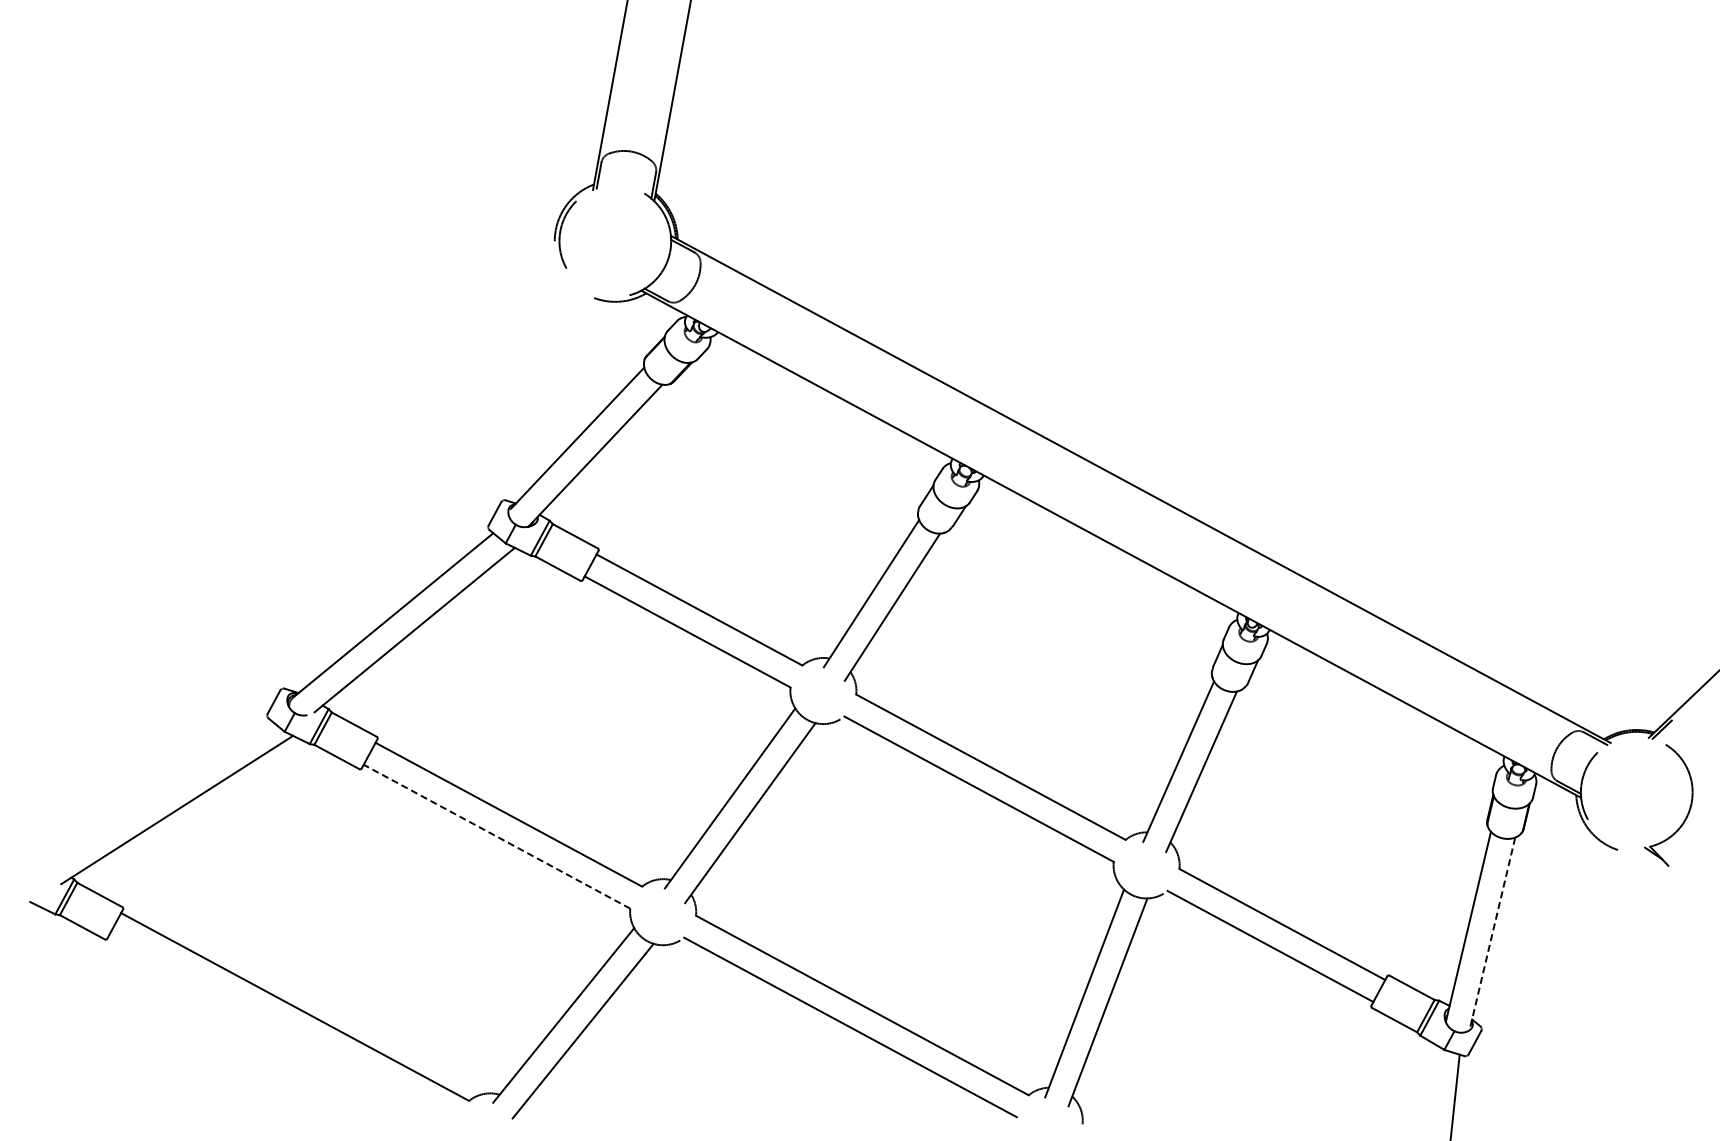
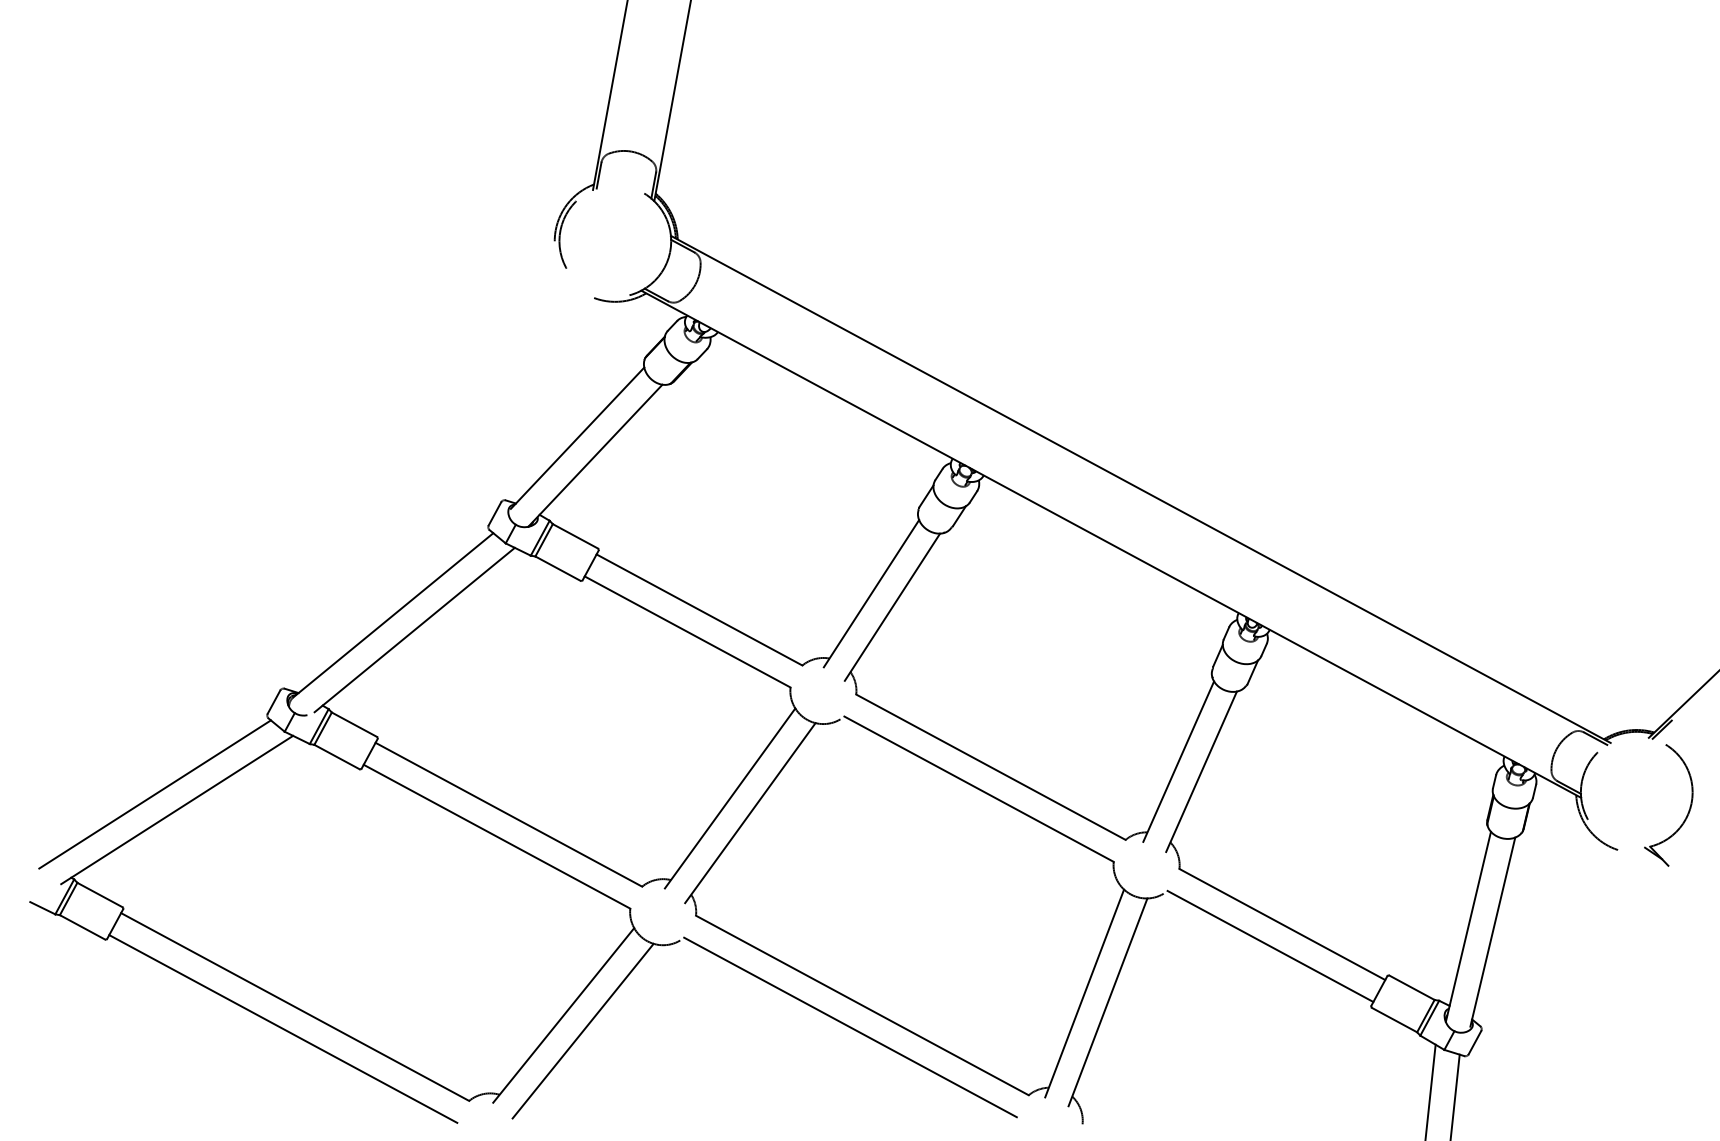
line at (154, 794): none -> present
line at (496, 836): dashed -> solid
line at (1492, 931): dashed -> solid
line at (283, 1028): none -> present
line at (1430, 1090): none -> present
